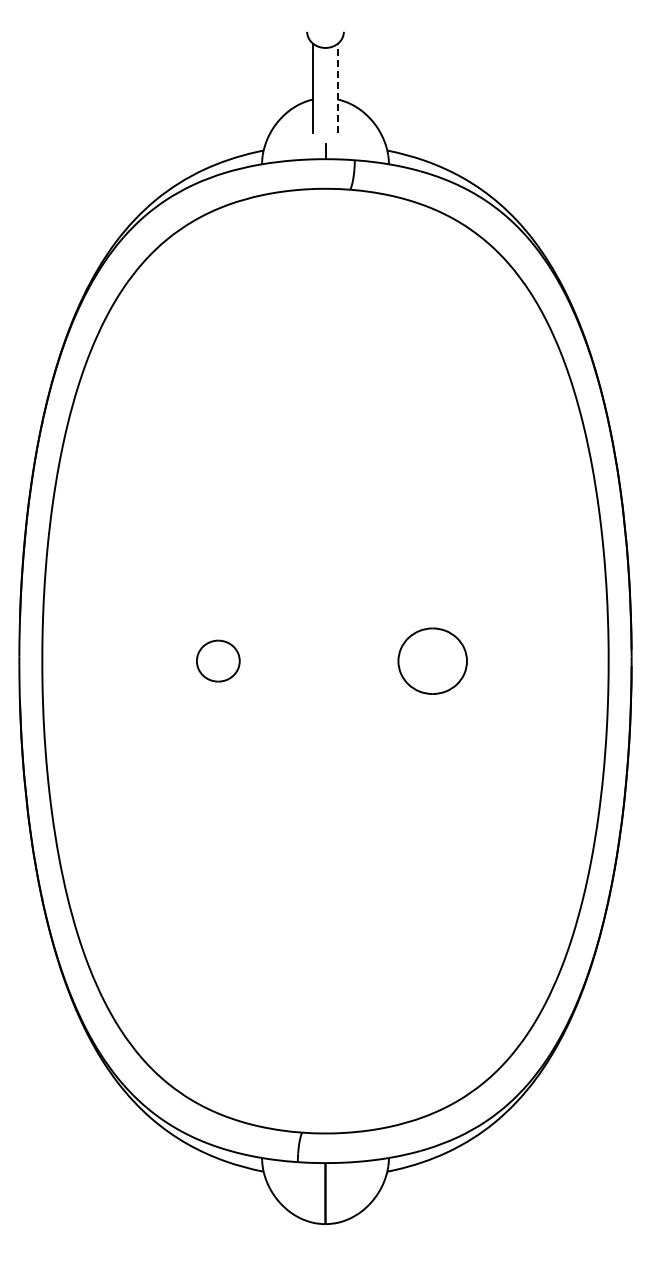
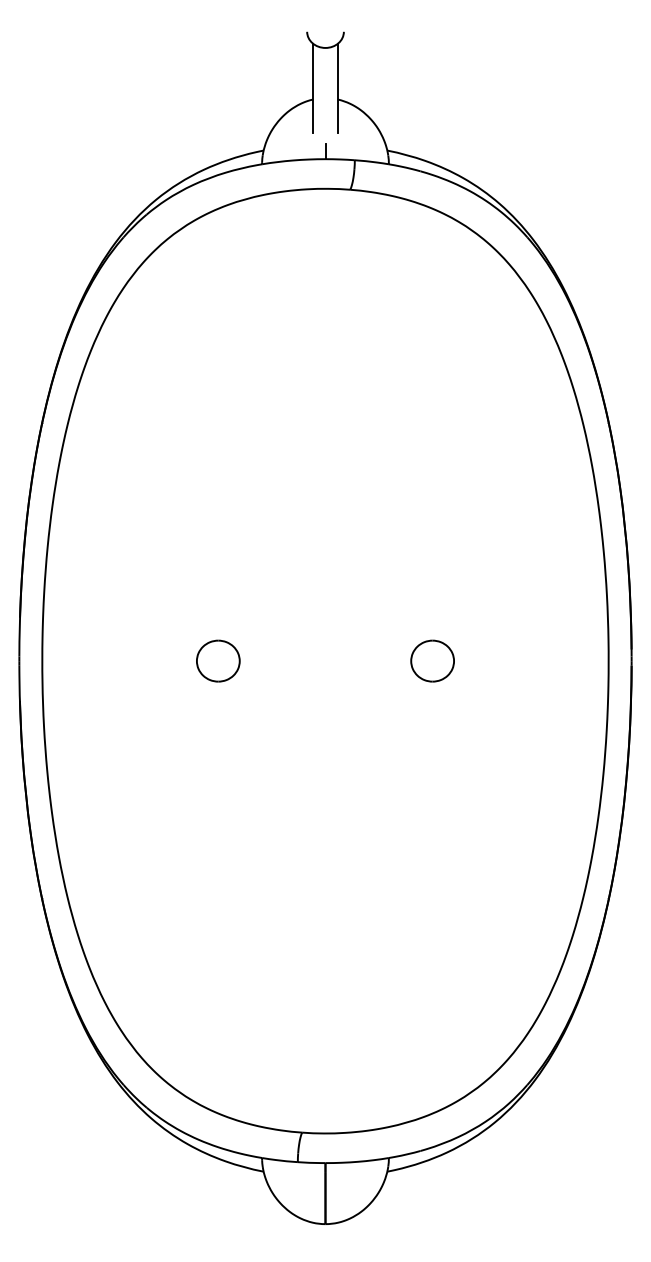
line at (337, 87): dashed -> solid
part at (432, 660) size: 71x68 px -> 45x44 px
